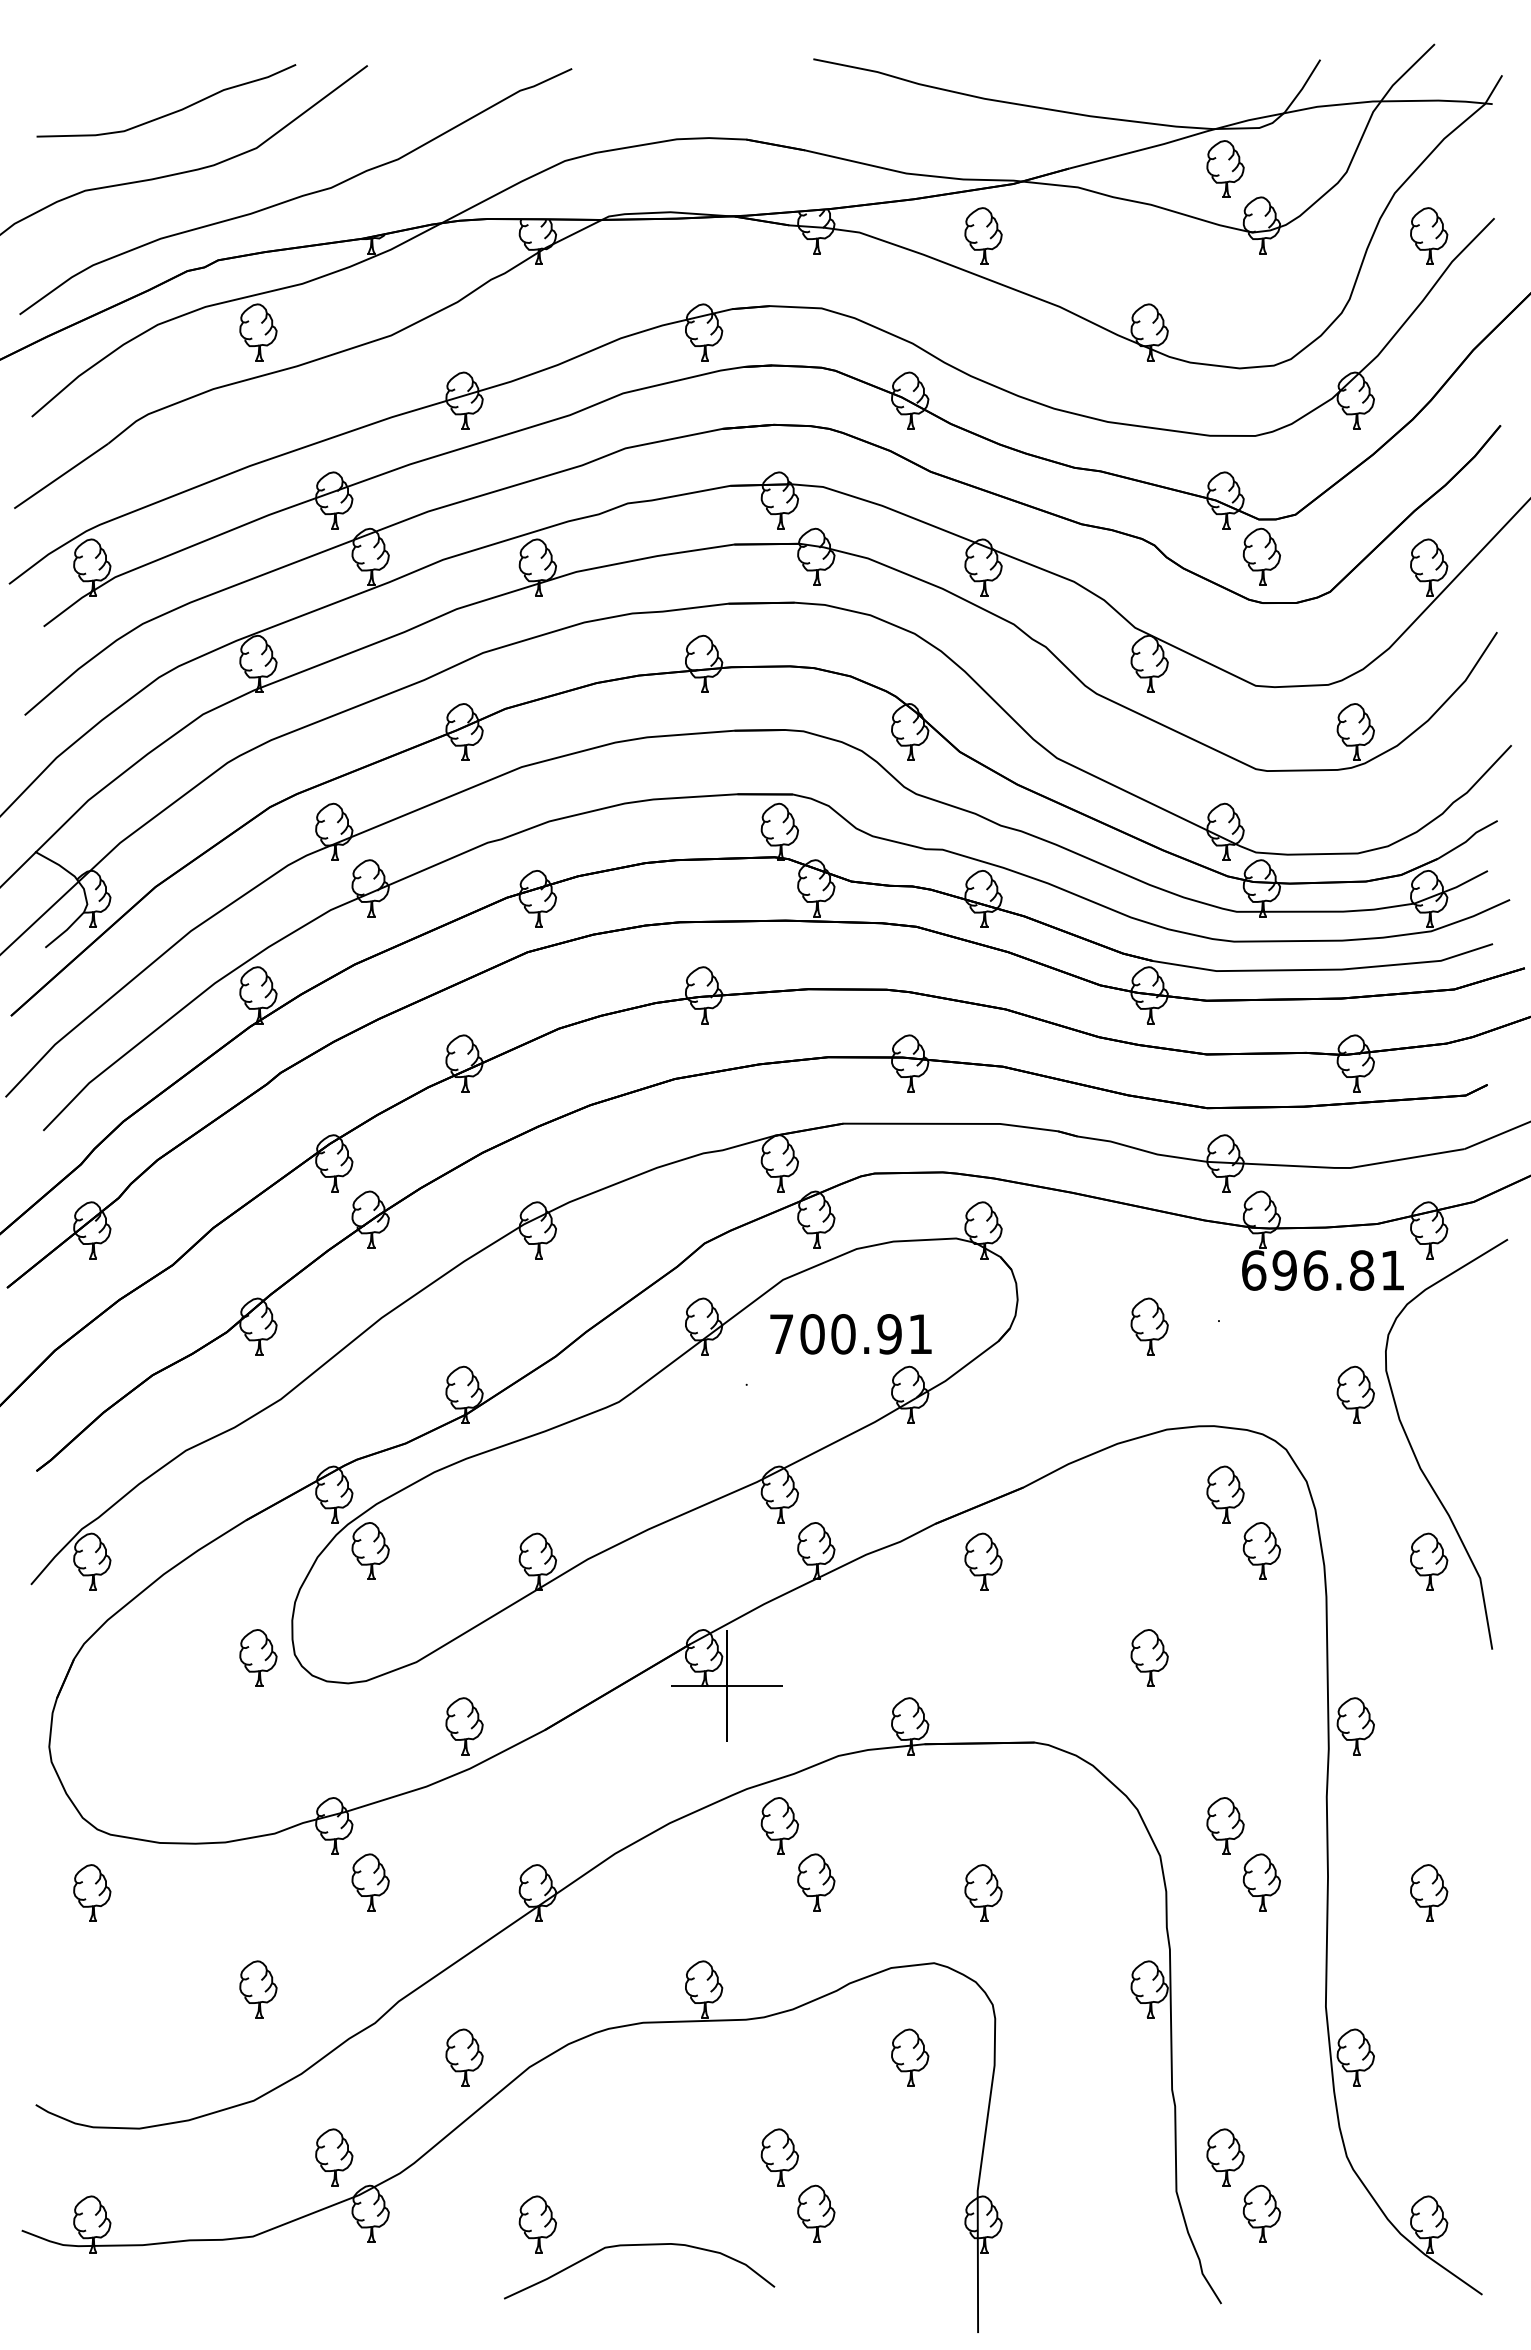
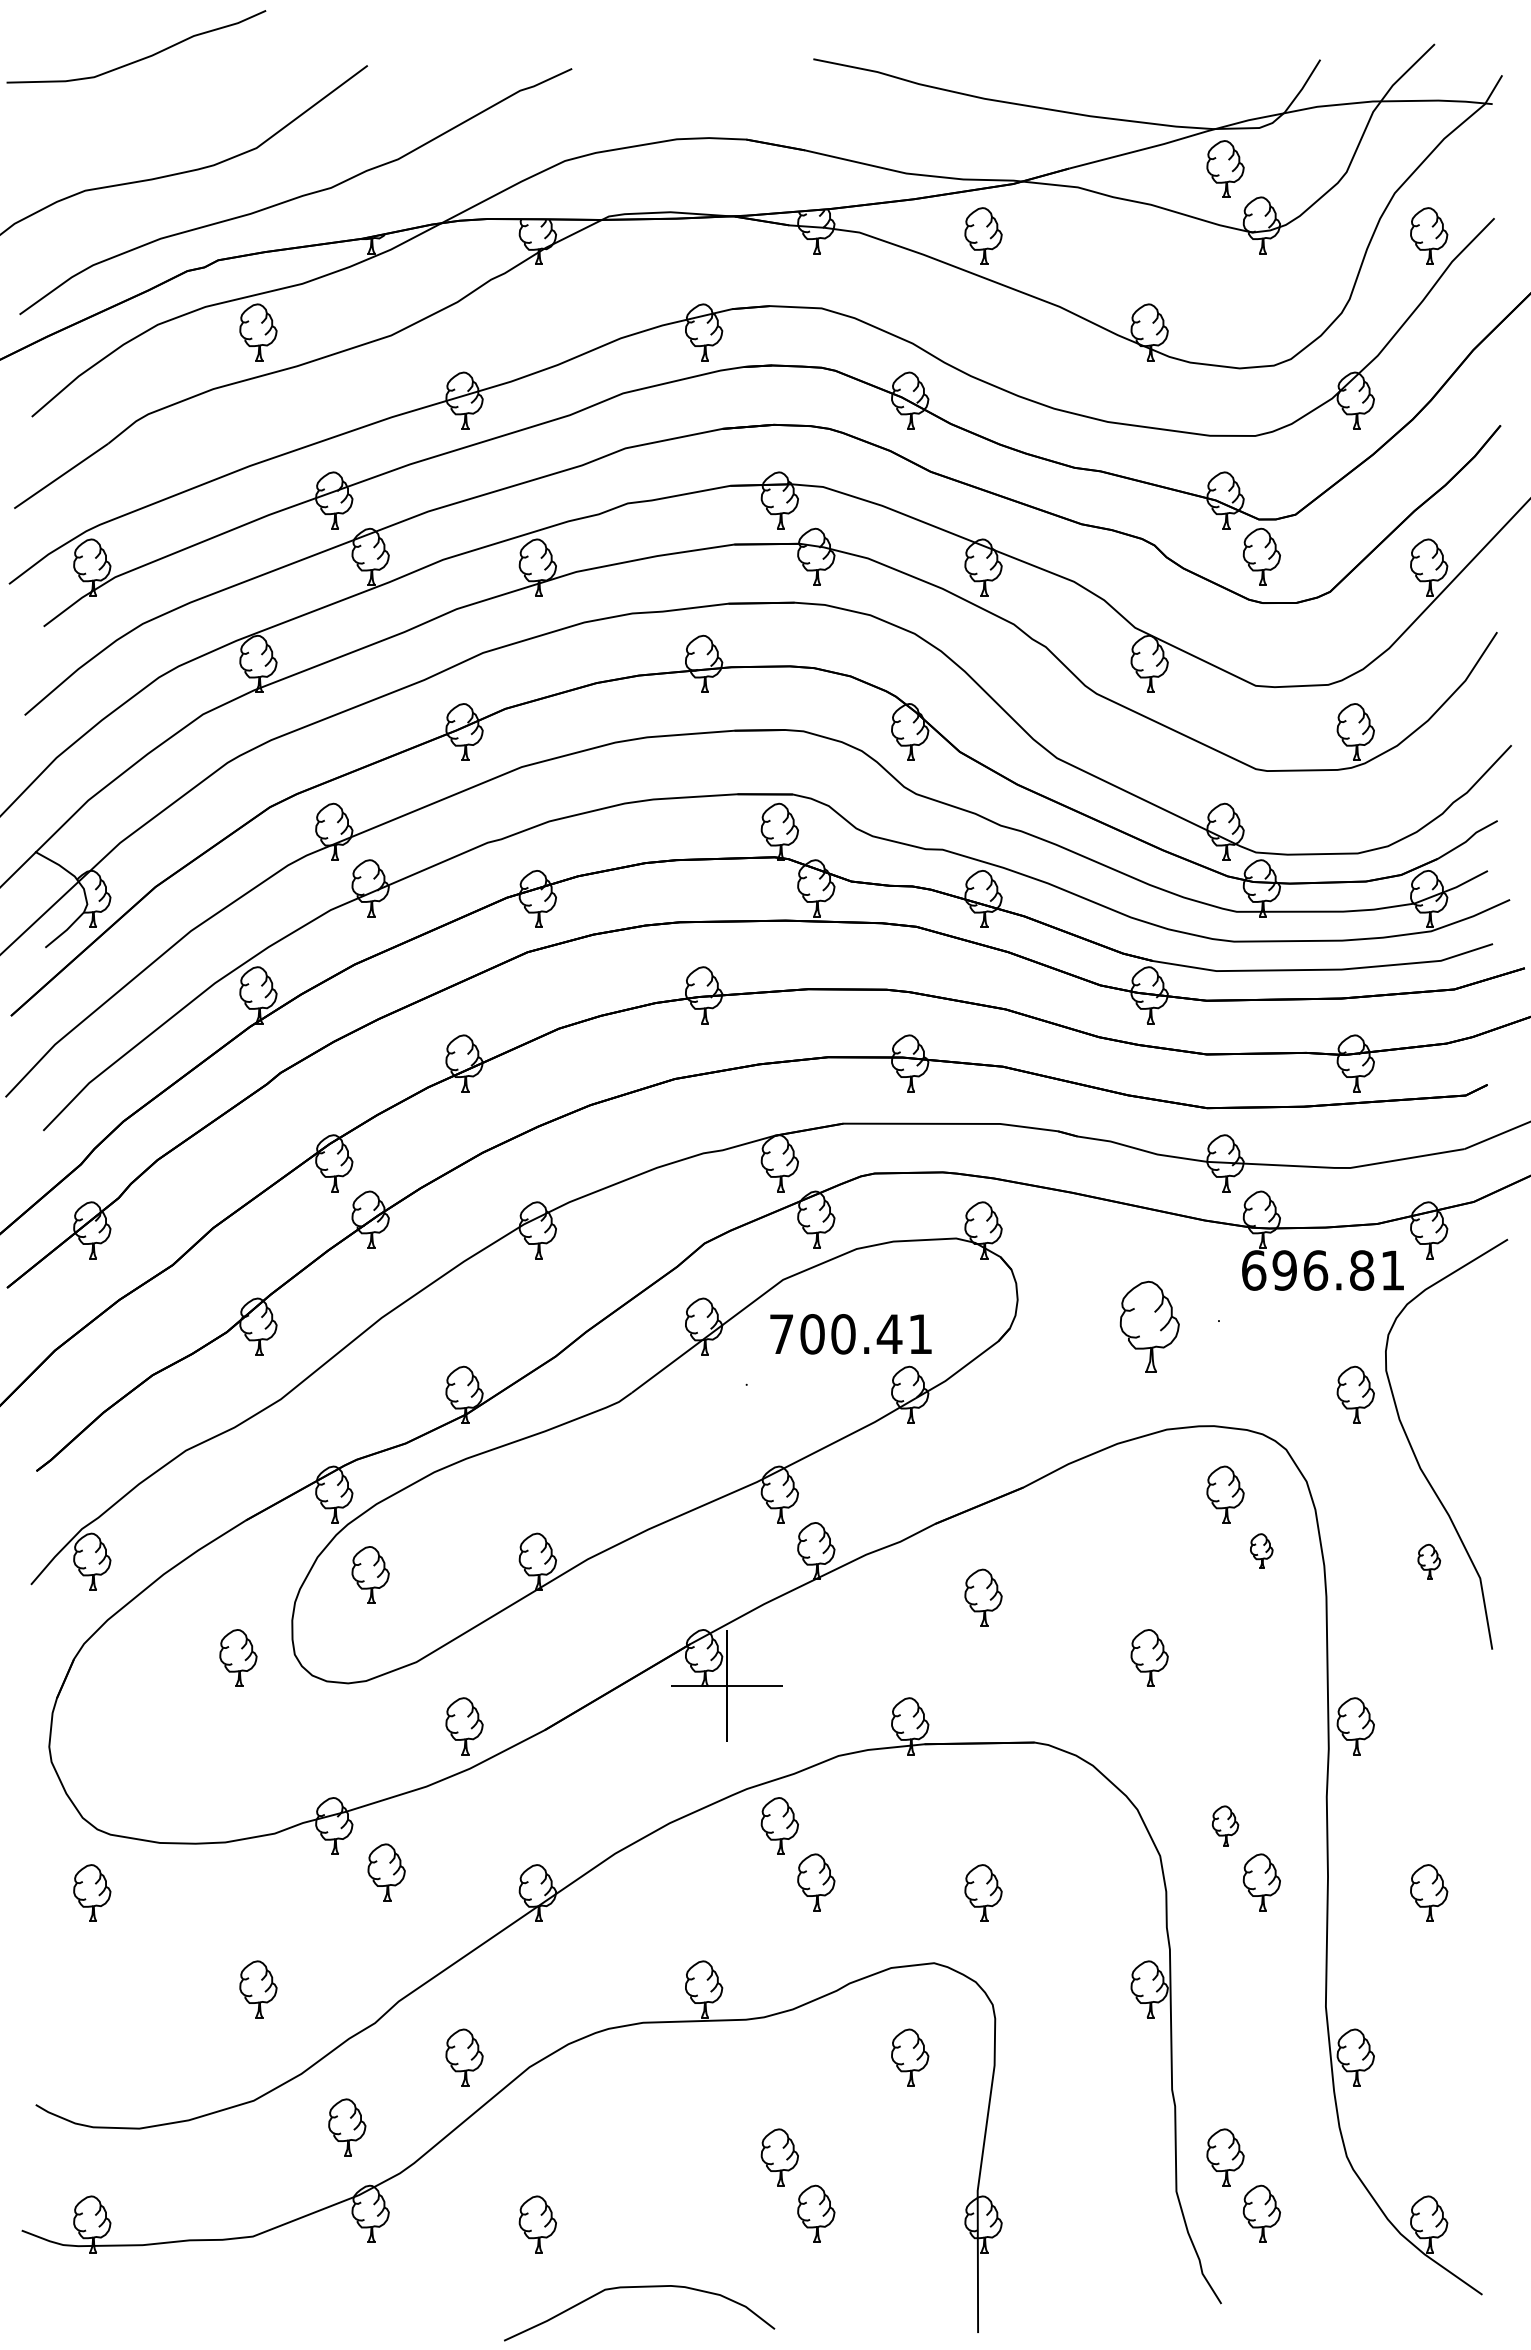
curve at (171, 112) position: (171, 112) -> (141, 58)
part at (1149, 1326) size: 39x59 px -> 61x93 px
text at (889, 1334): 700.91 -> 700.41
part at (370, 1550) position: (370, 1550) -> (370, 1574)
part at (1261, 1550) size: 39x58 px -> 24x36 px
part at (983, 1561) position: (983, 1561) -> (983, 1597)
part at (1429, 1561) size: 39x59 px -> 25x37 px
part at (258, 1657) position: (258, 1657) -> (238, 1657)
part at (1225, 1825) size: 39x58 px -> 28x42 px
part at (370, 1882) position: (370, 1882) -> (386, 1872)
part at (334, 2157) position: (334, 2157) -> (347, 2127)
curve at (639, 2245) position: (639, 2245) -> (639, 2287)
